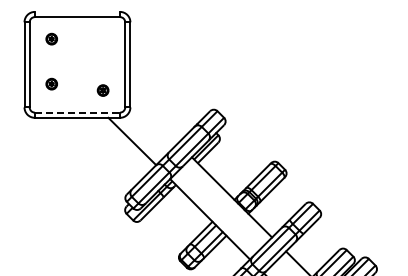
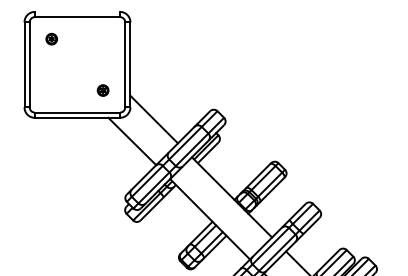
part at (51, 83): present -> none
line at (77, 112): dashed -> solid
line at (154, 119): none -> present
